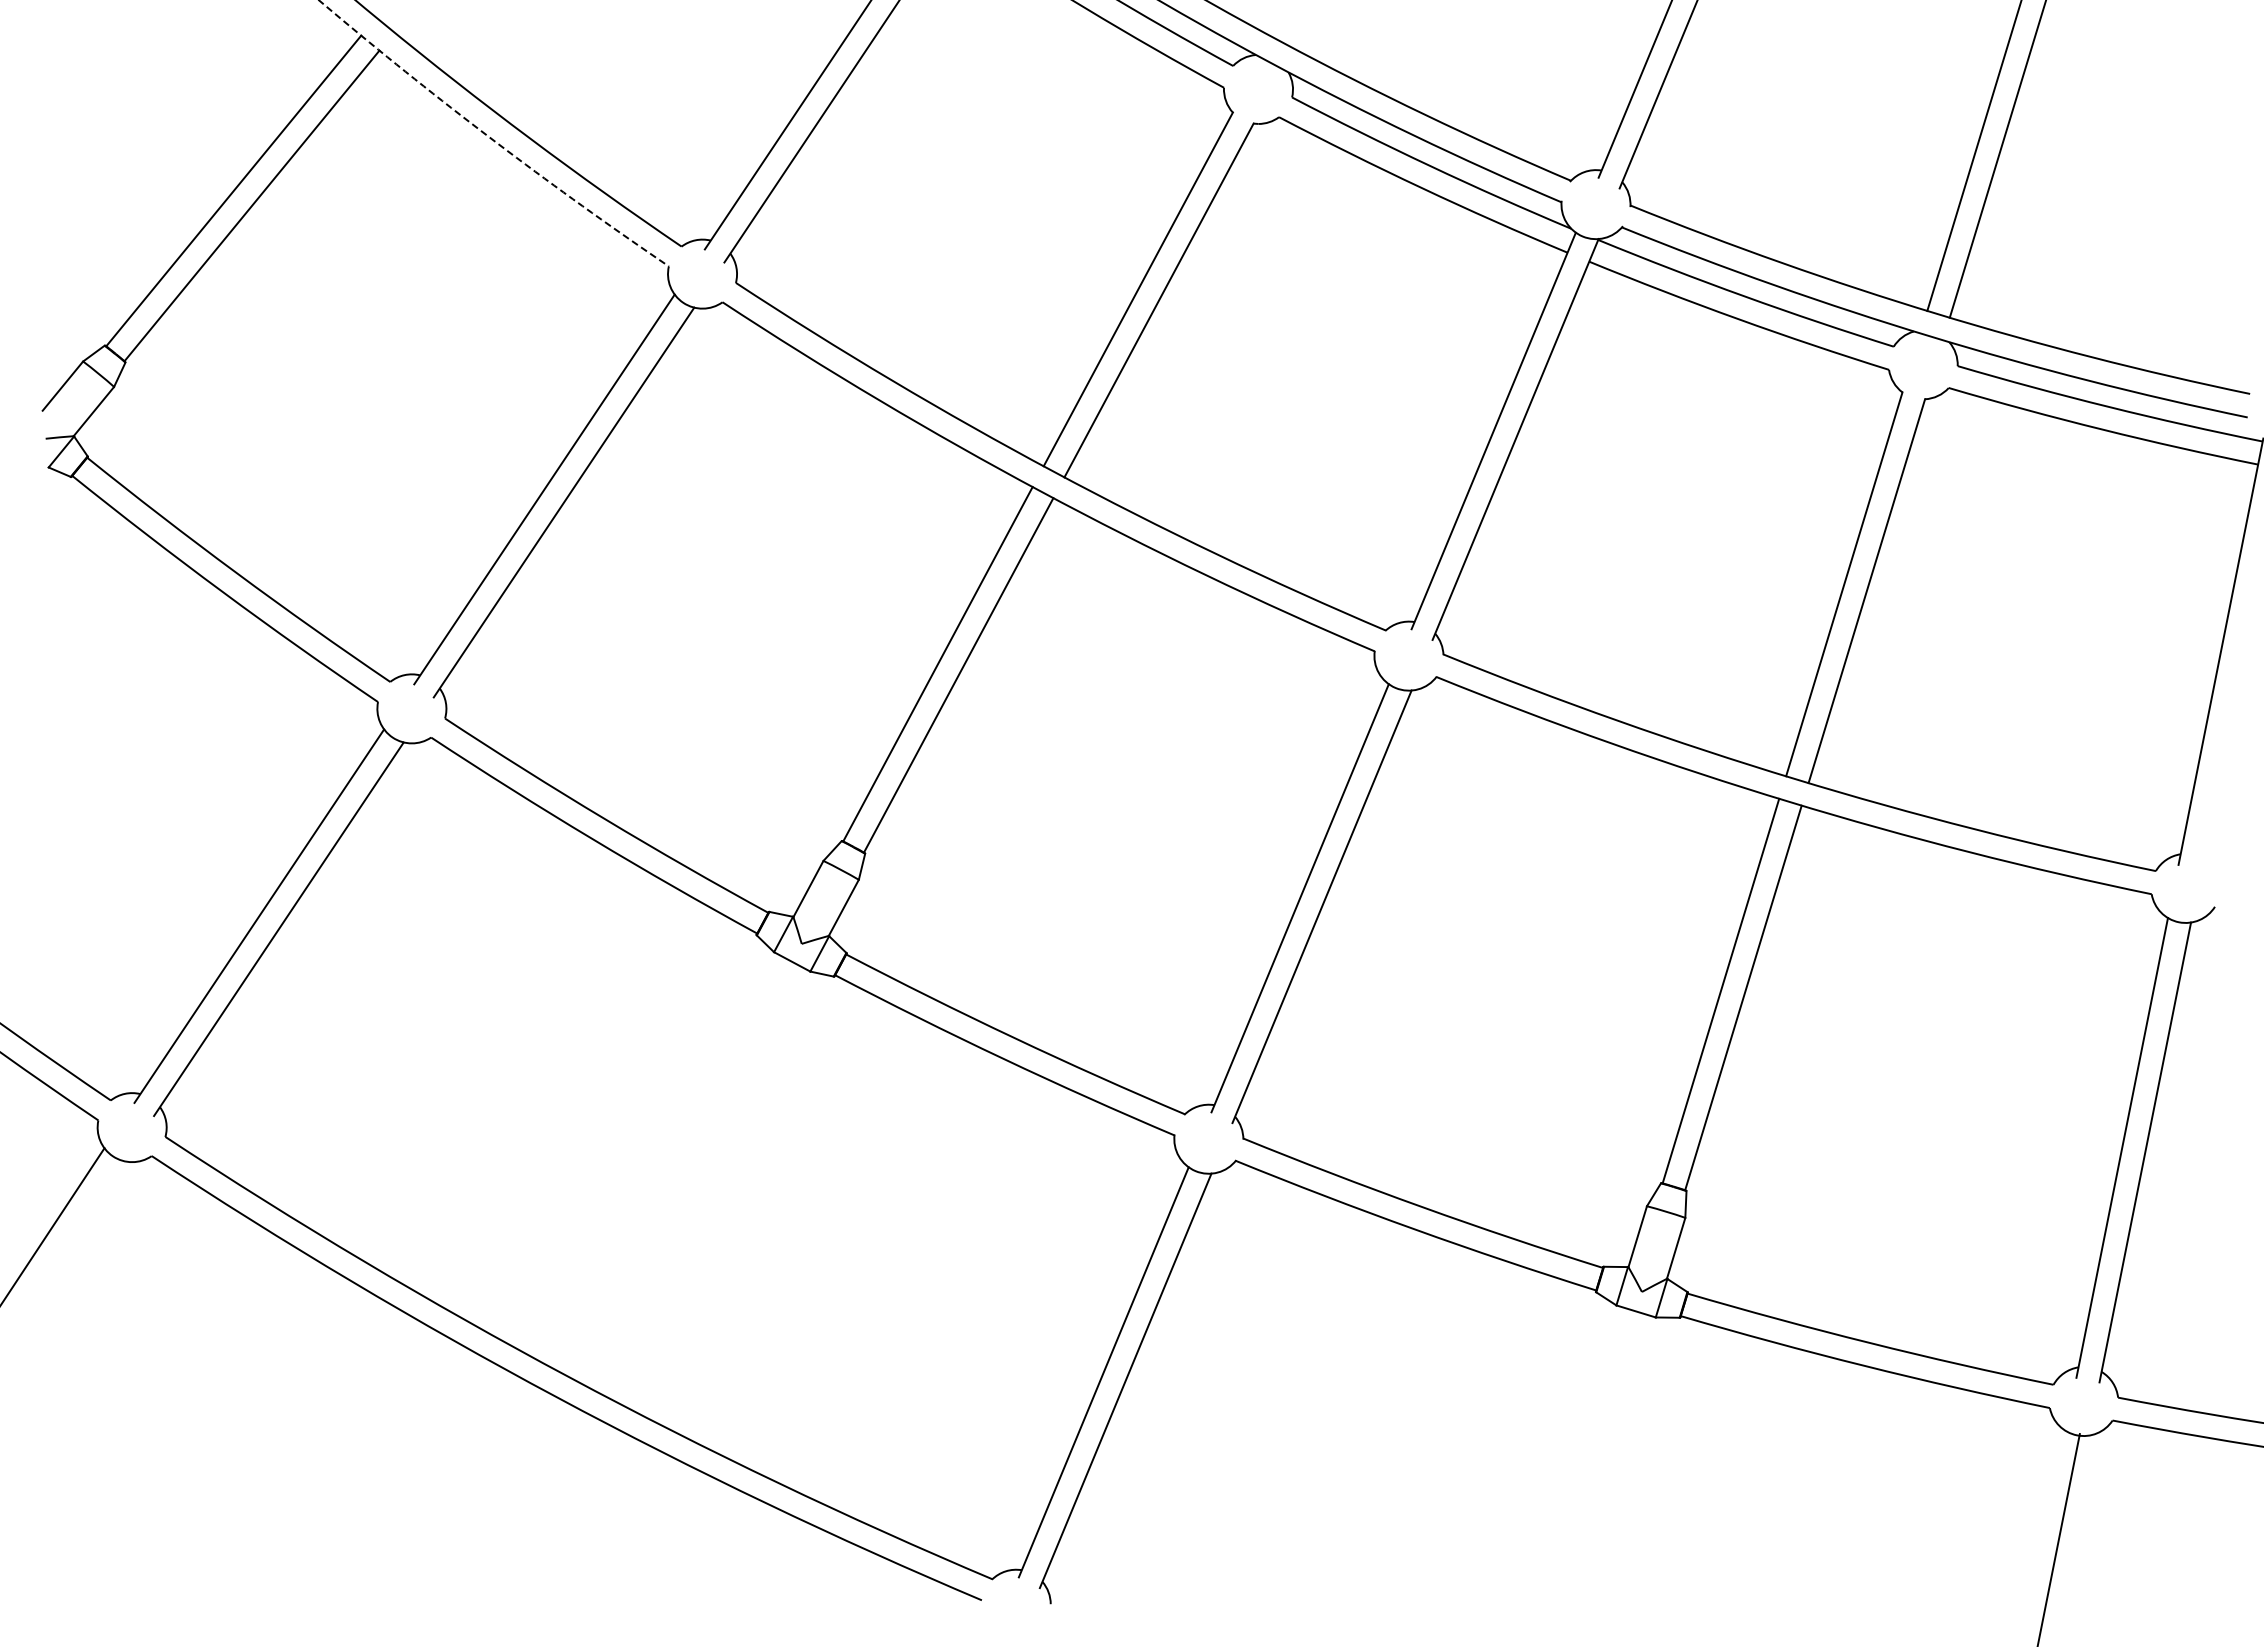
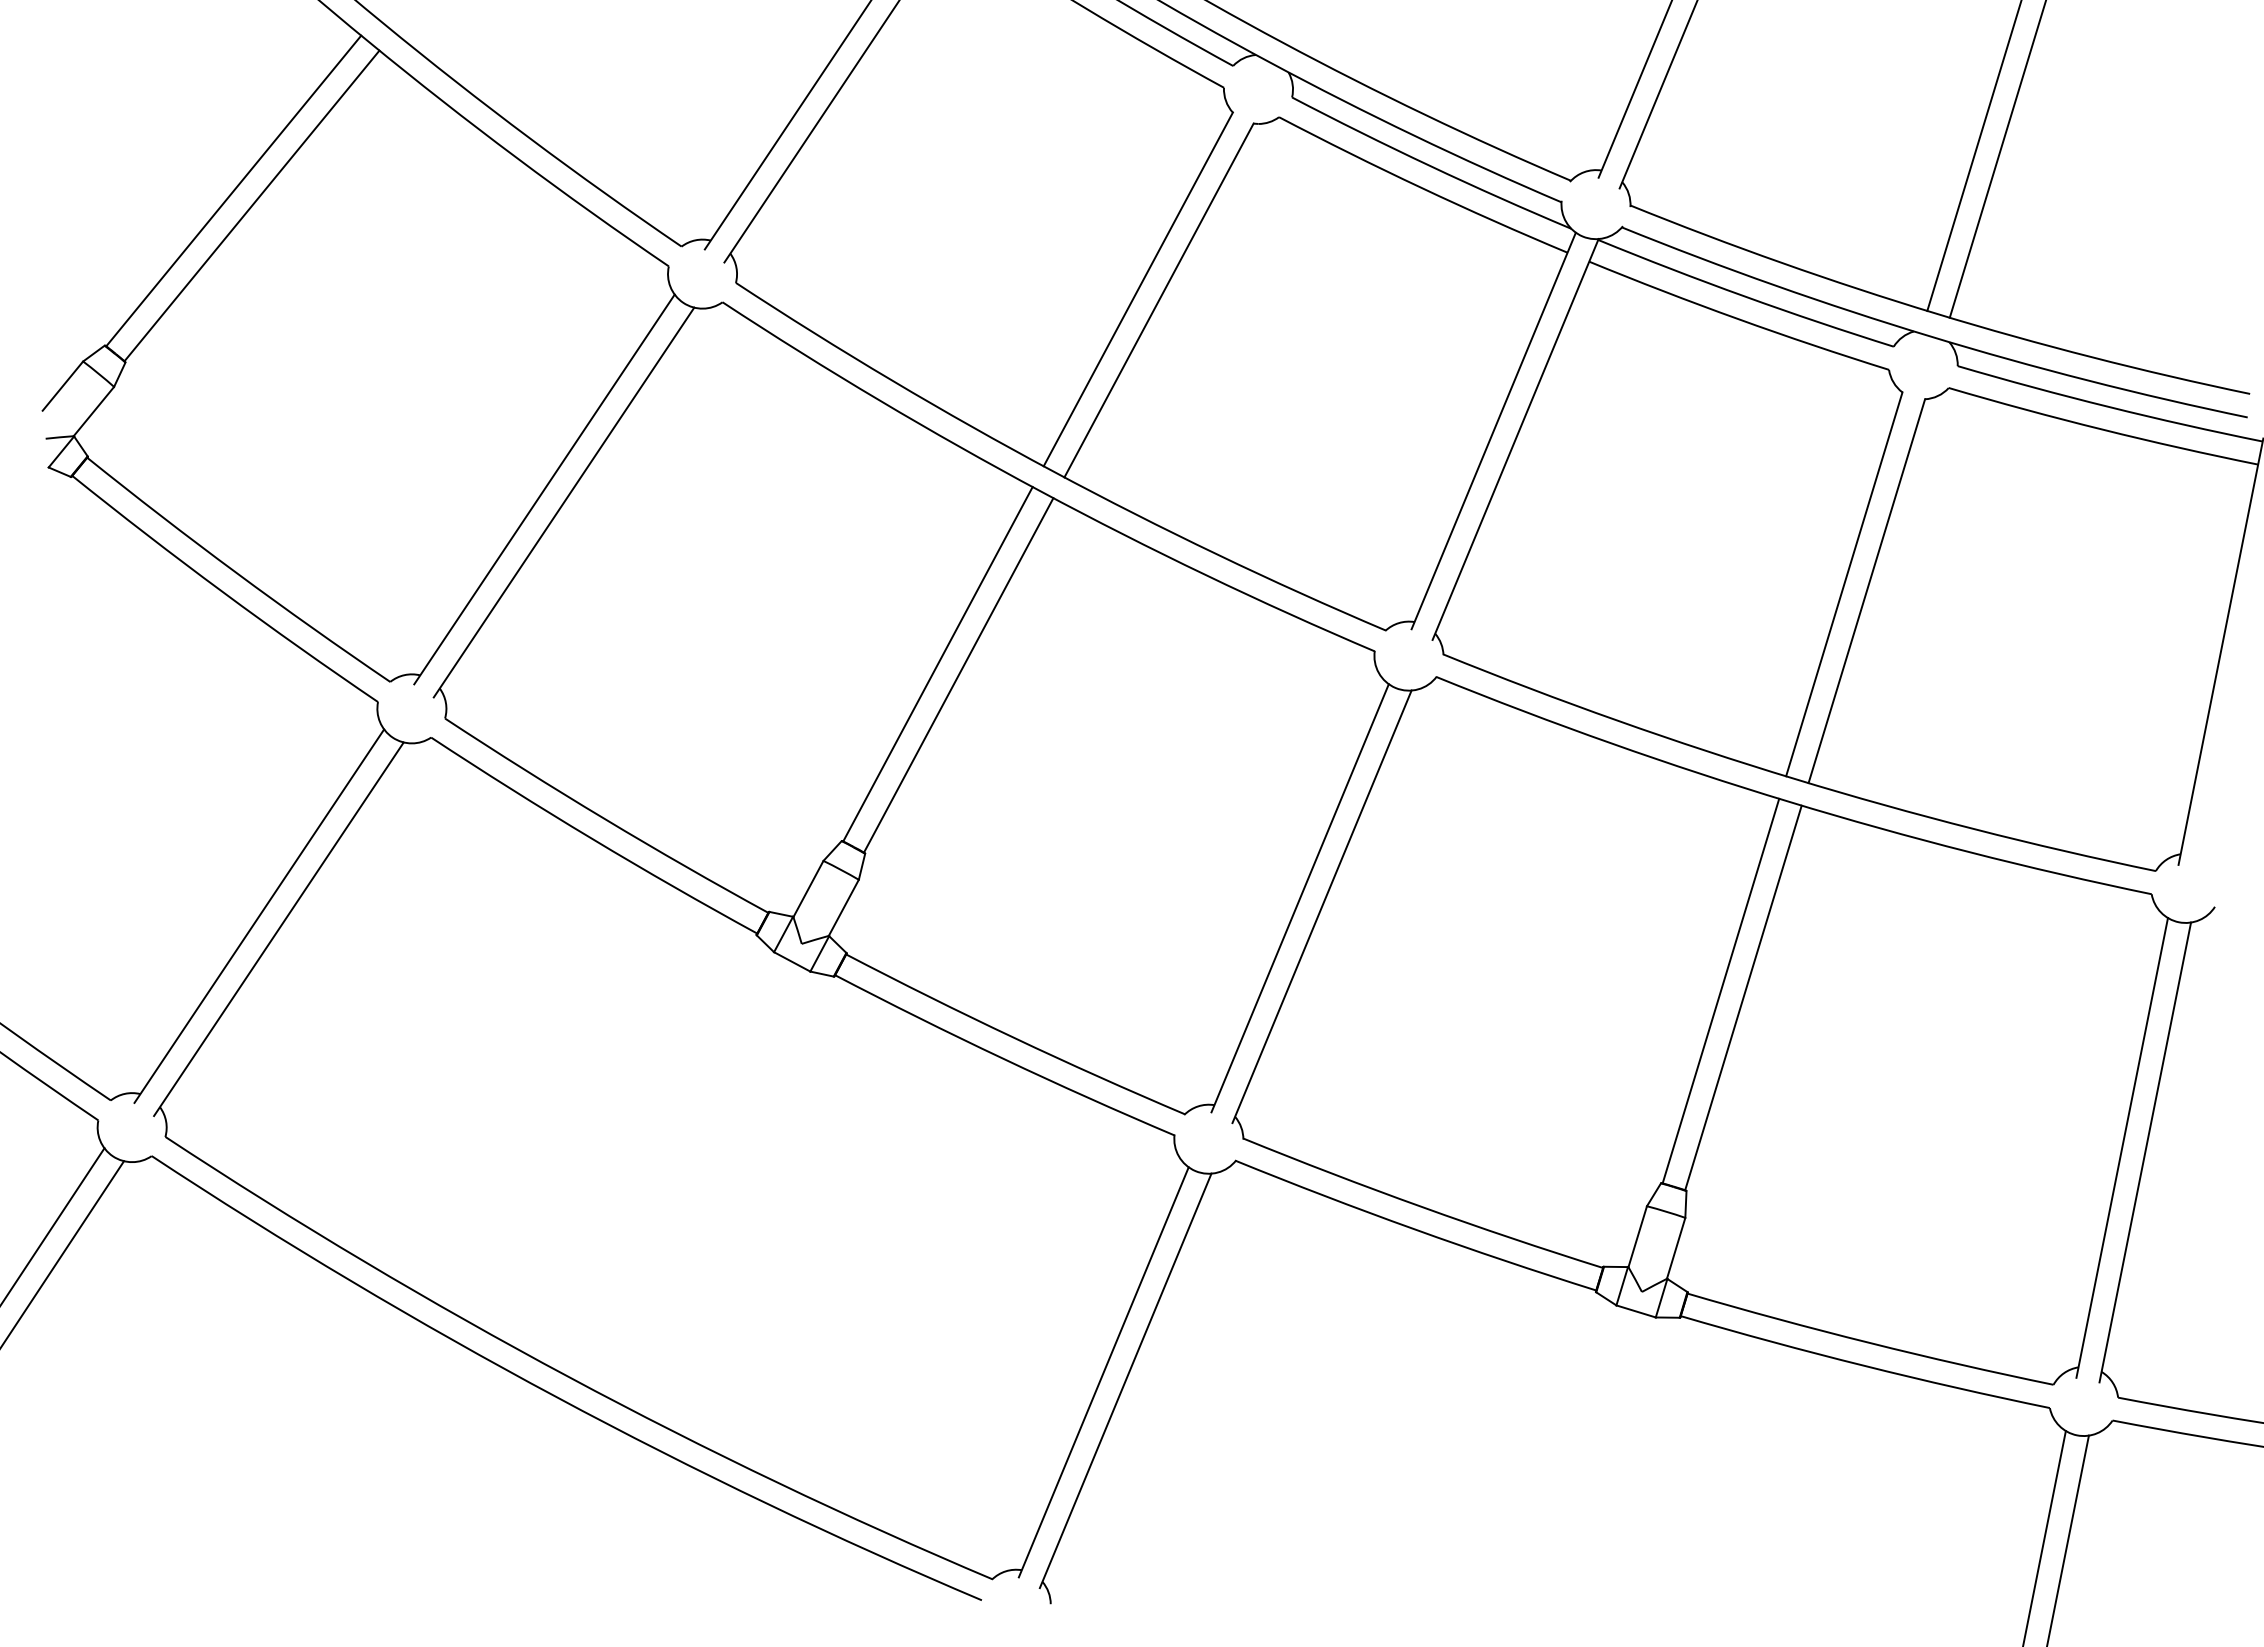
arc at (490, 137): dashed -> solid
line at (63, 1253): none -> present
line at (2058, 1538) position: (2058, 1538) -> (2044, 1537)
line at (2067, 1539): none -> present
